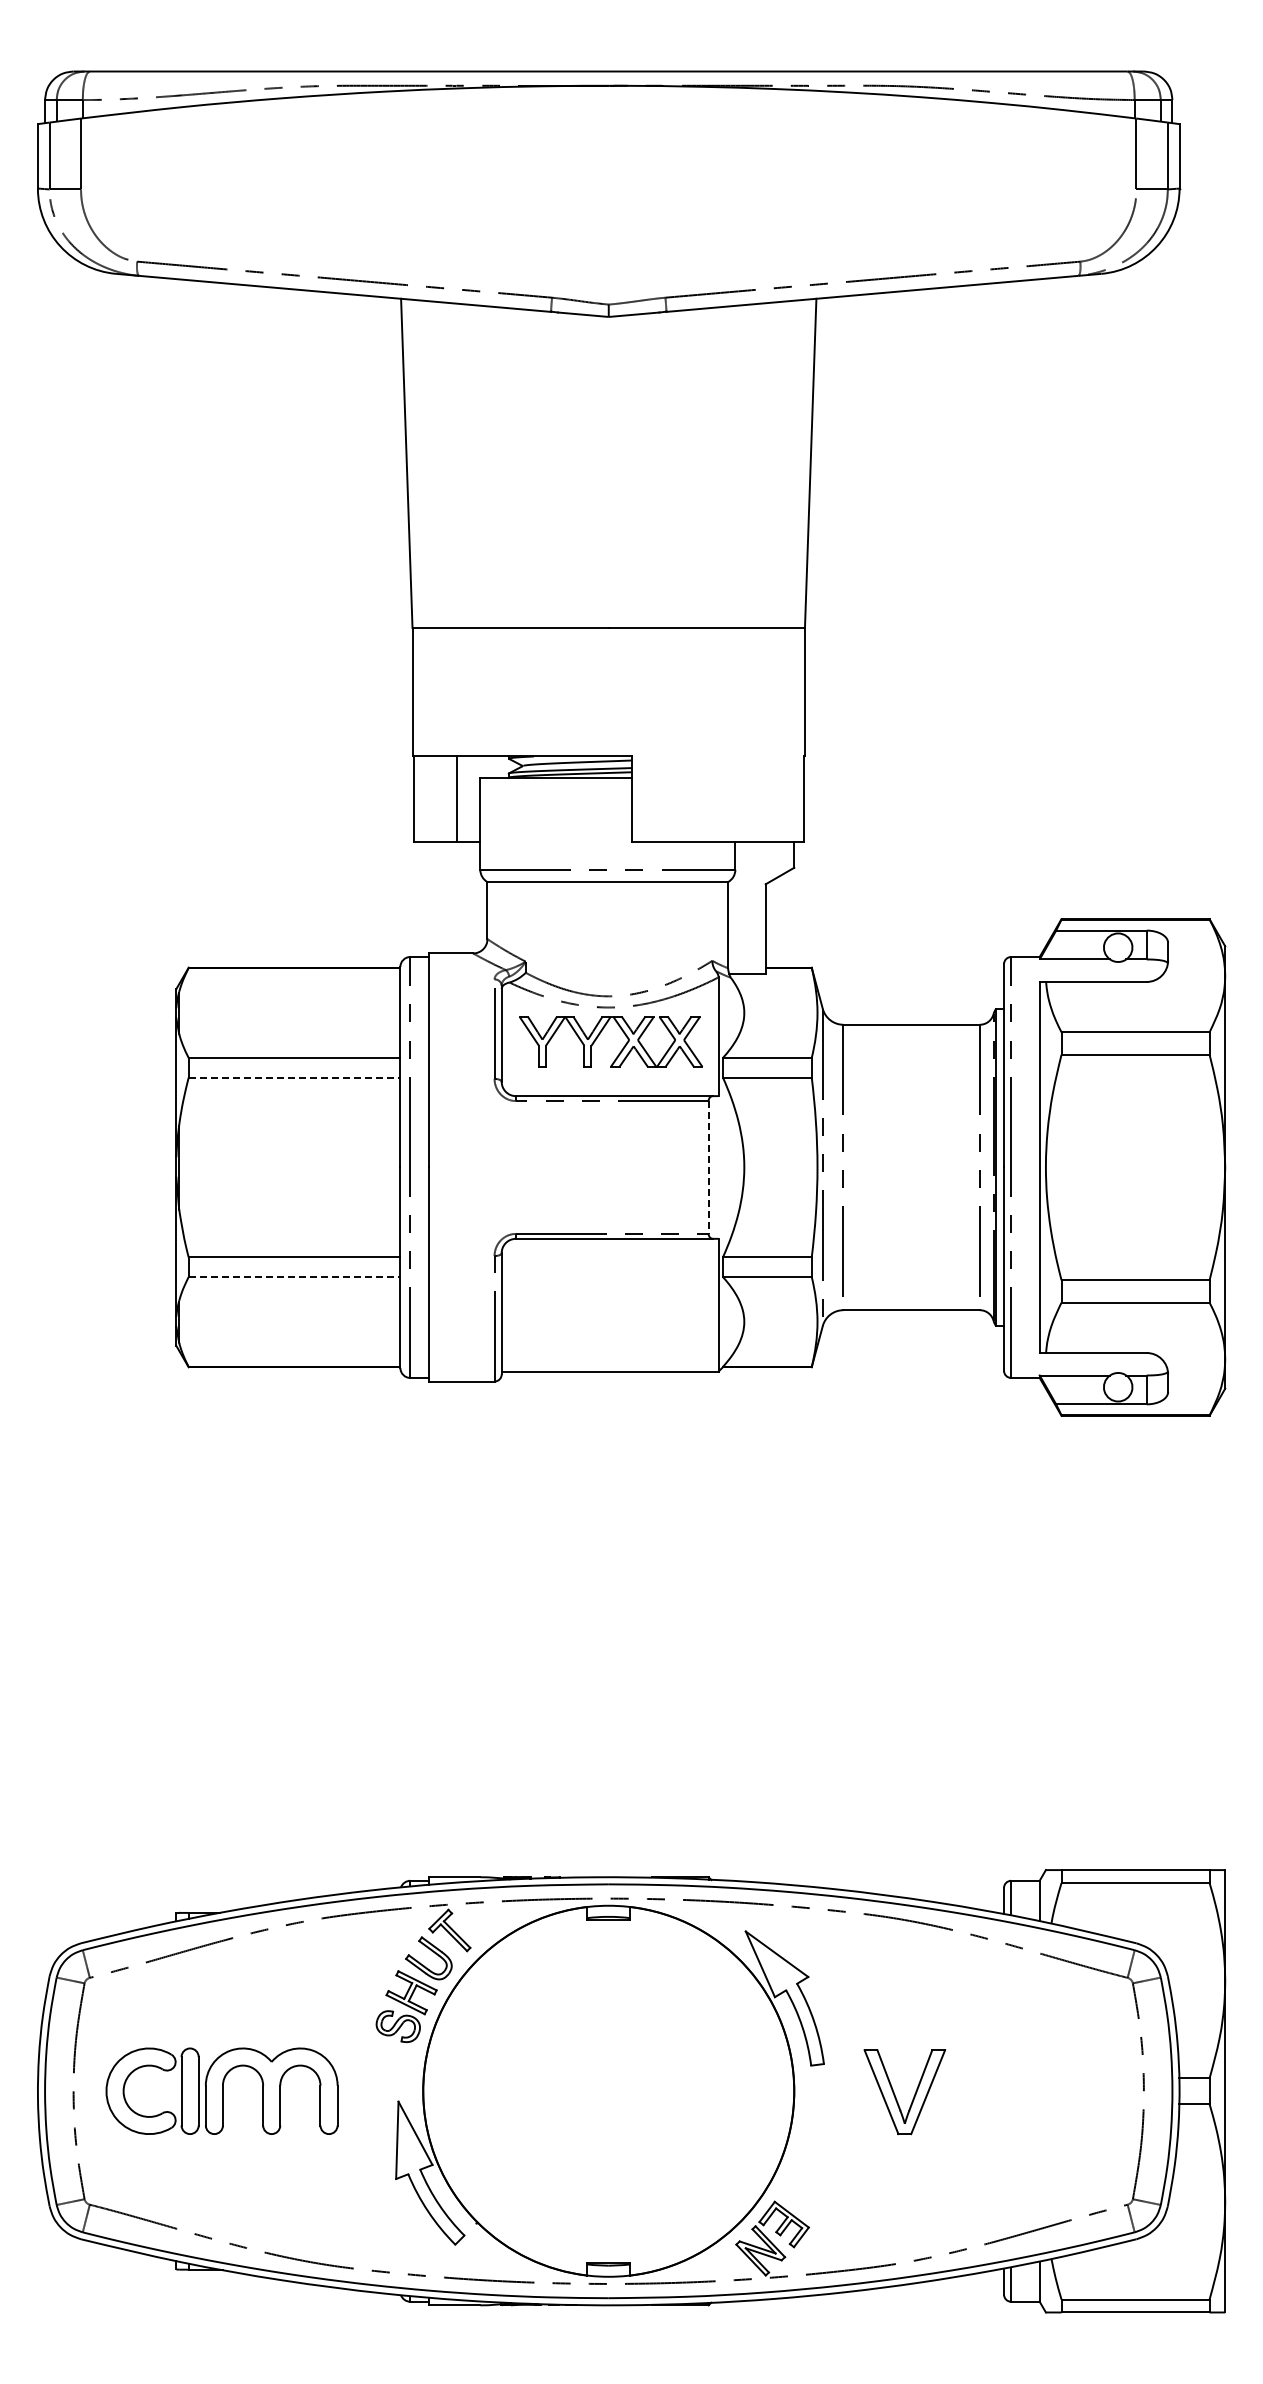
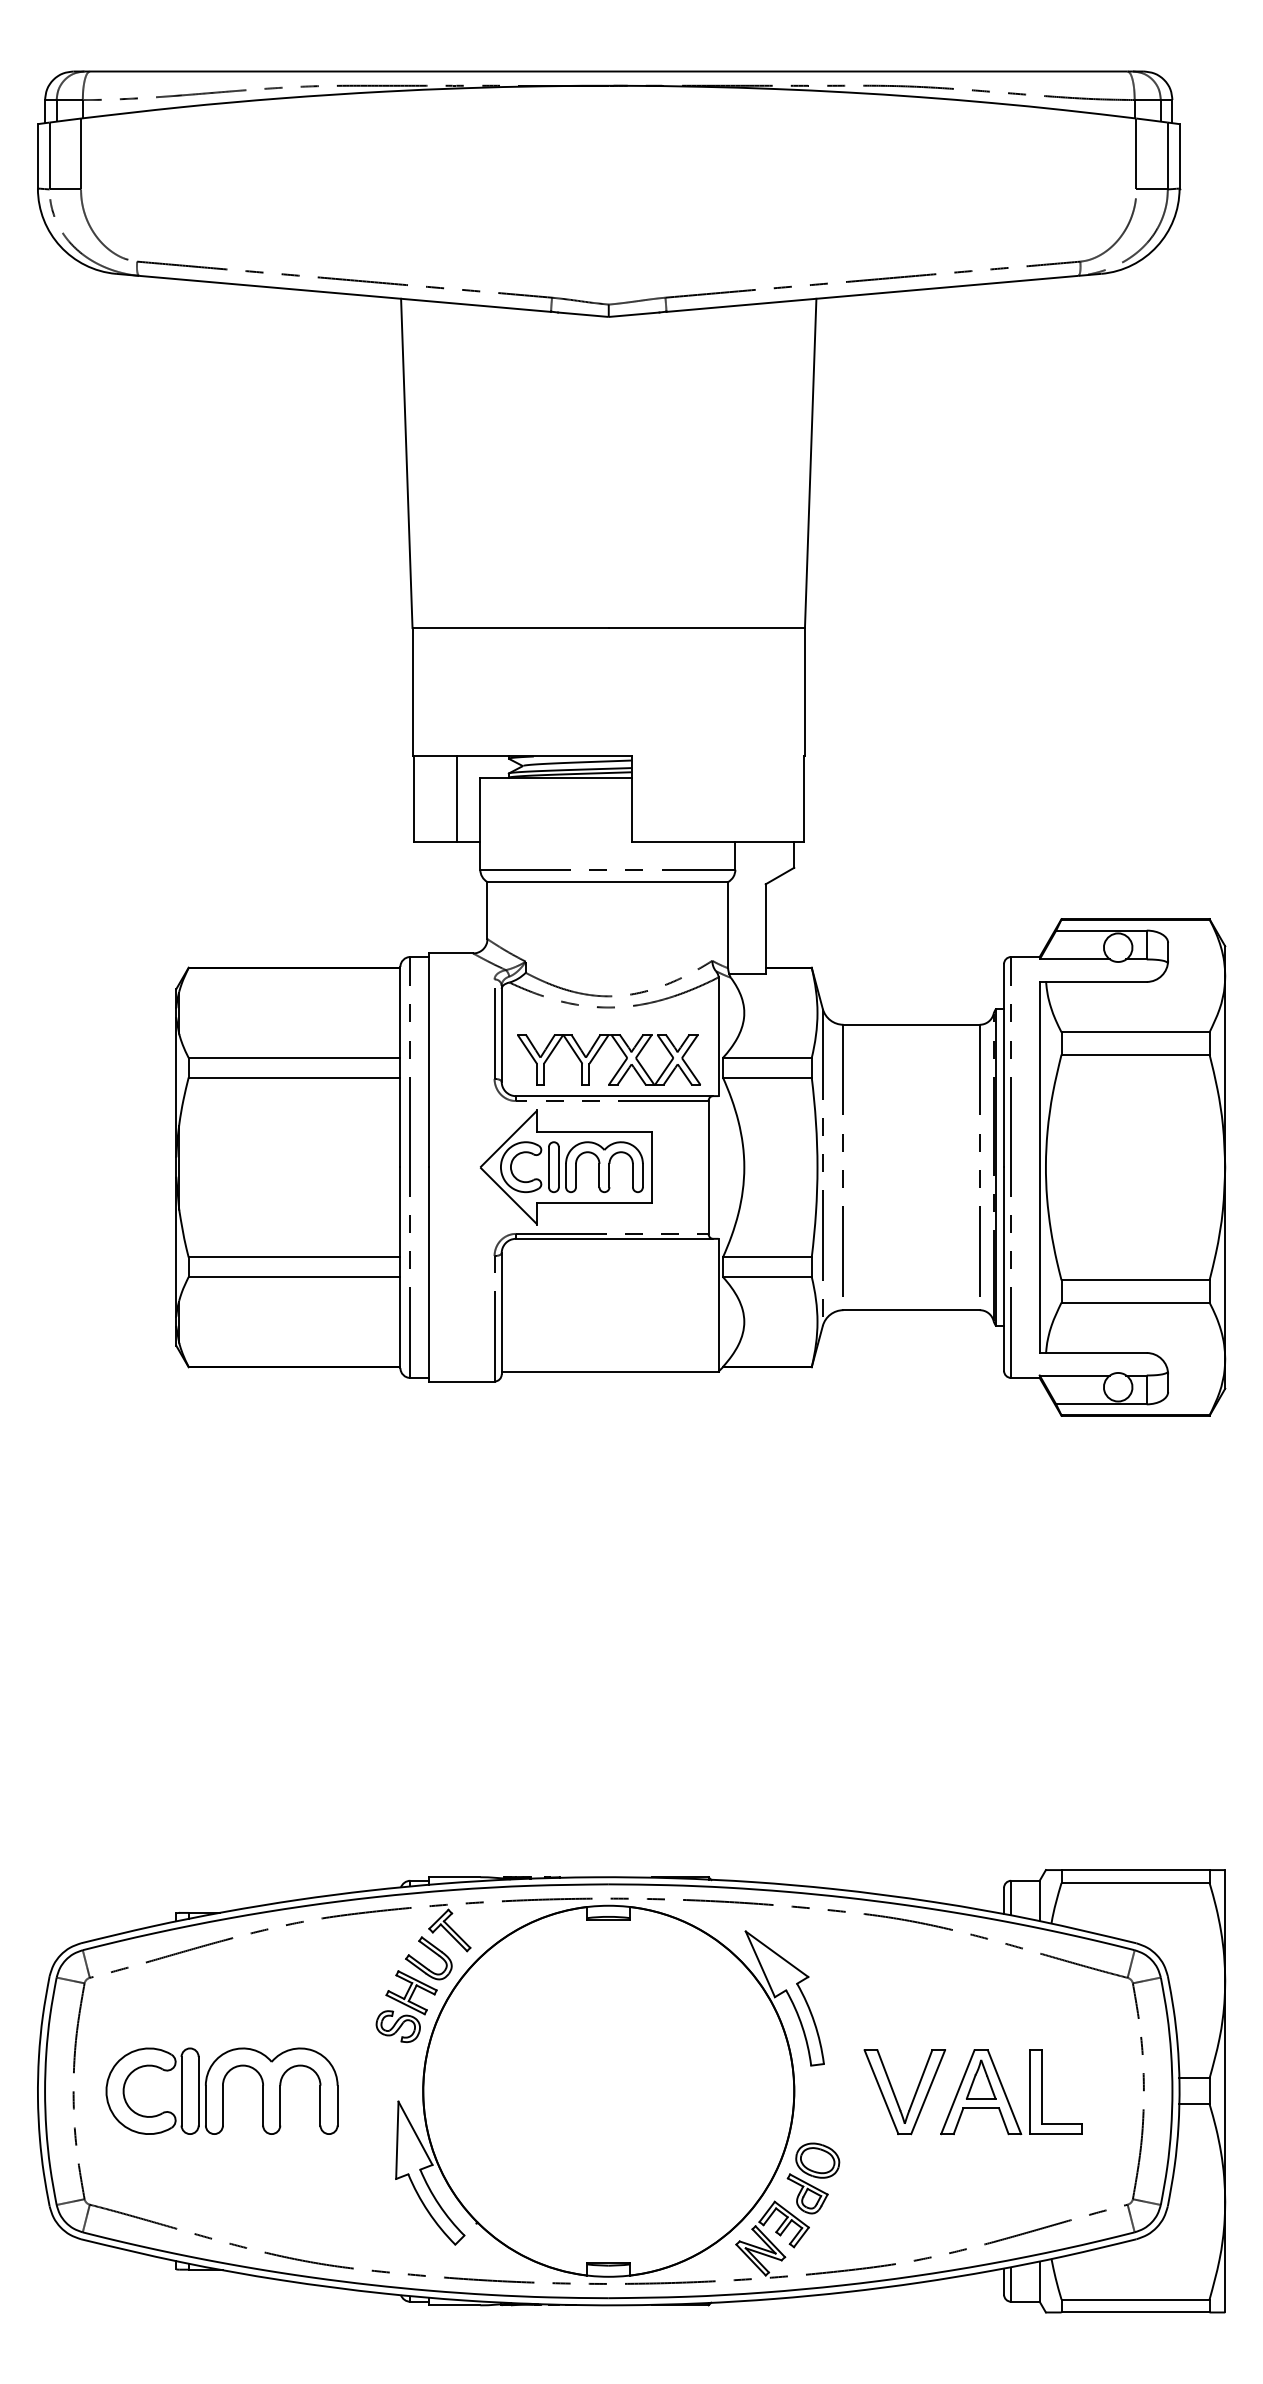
part at (600, 1034) position: (600, 1034) -> (598, 1052)
line at (294, 1077): dashed -> solid
part at (566, 1167): none -> present
line at (708, 1167): dashed -> solid
line at (294, 1276): dashed -> solid
part at (1011, 2092): none -> present
part at (813, 2178): none -> present
